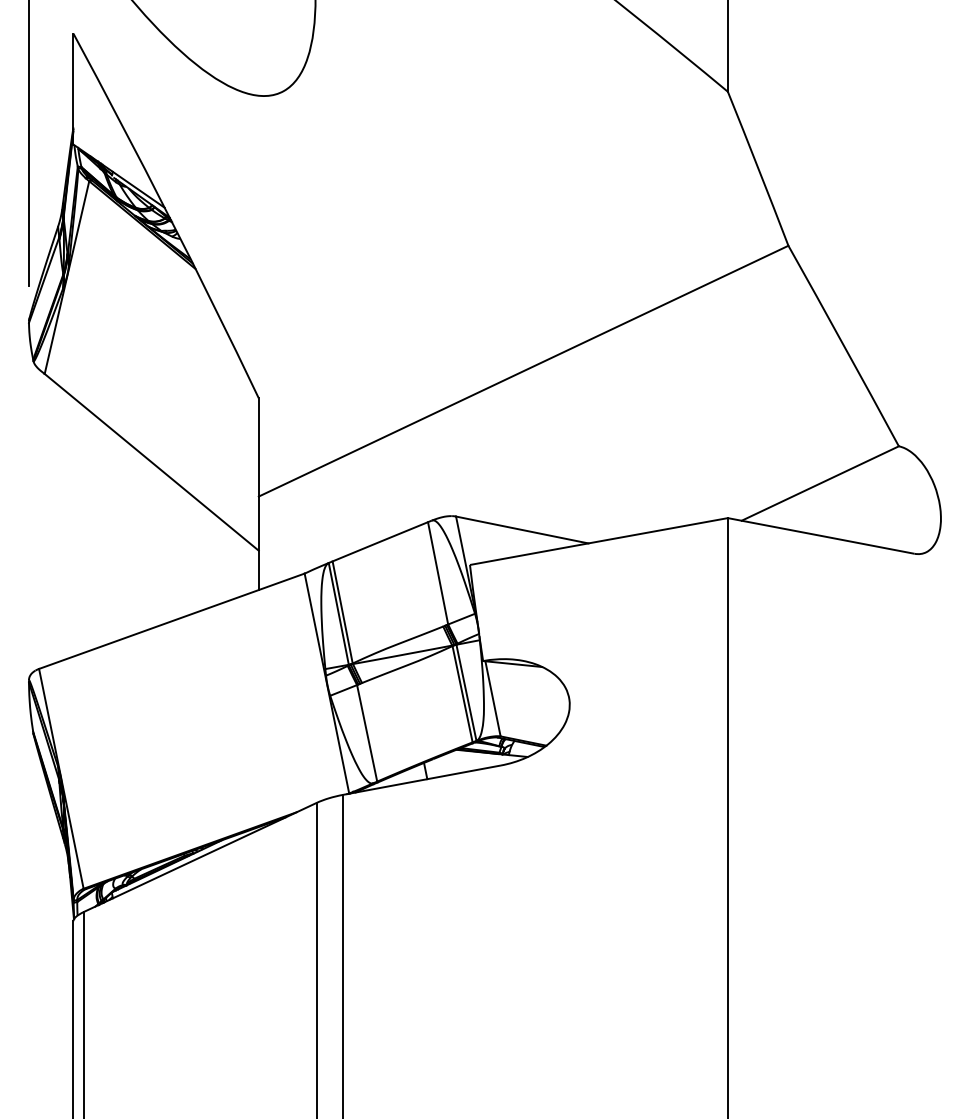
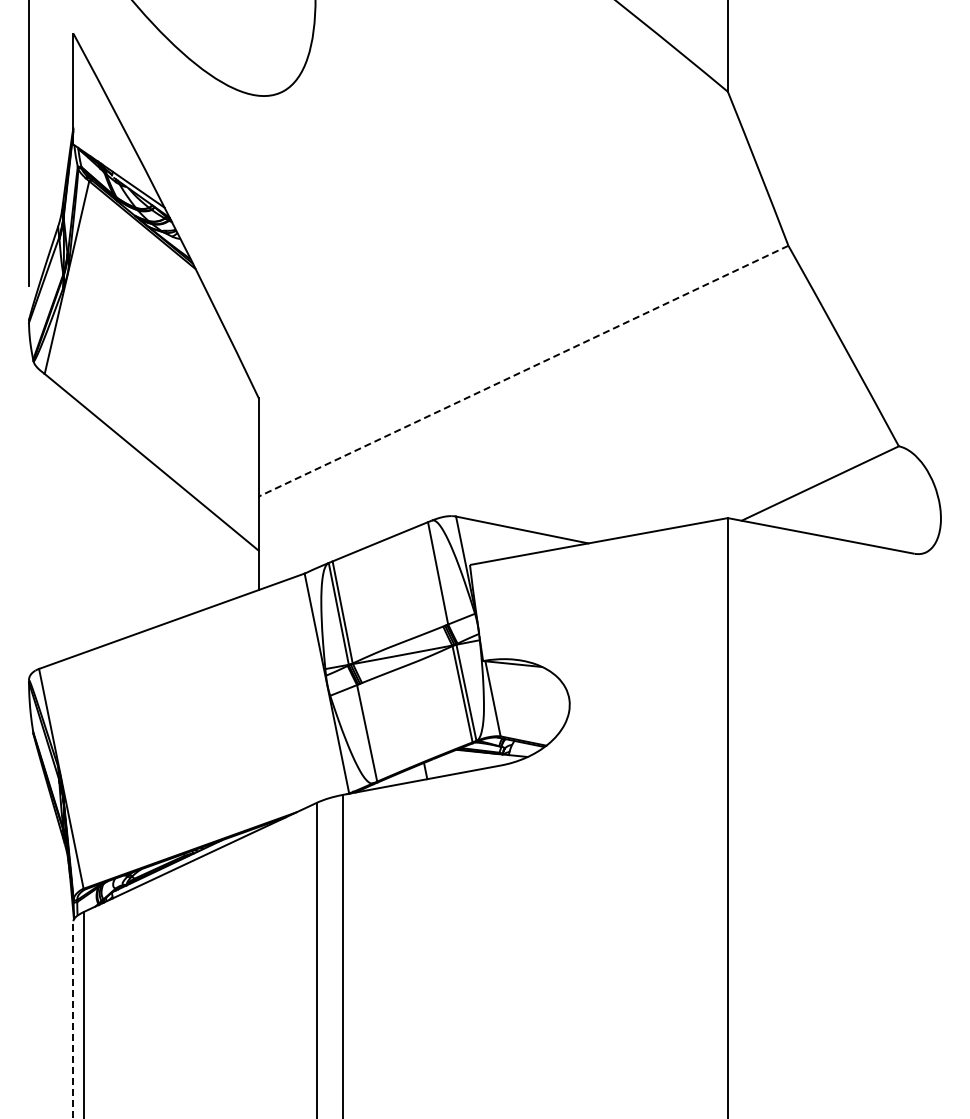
line at (523, 371): solid -> dashed
line at (73, 1019): solid -> dashed
